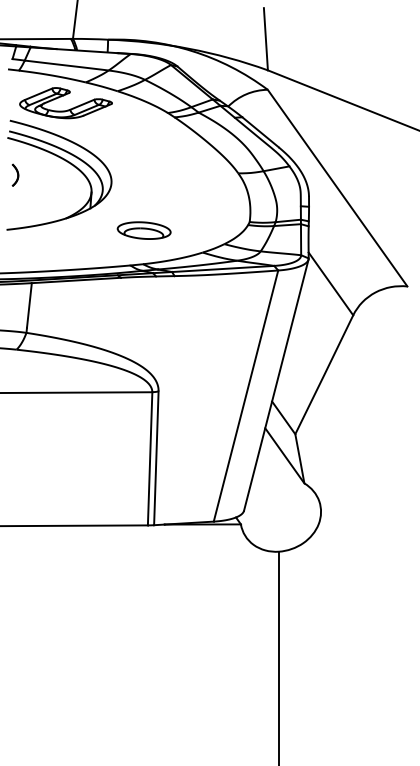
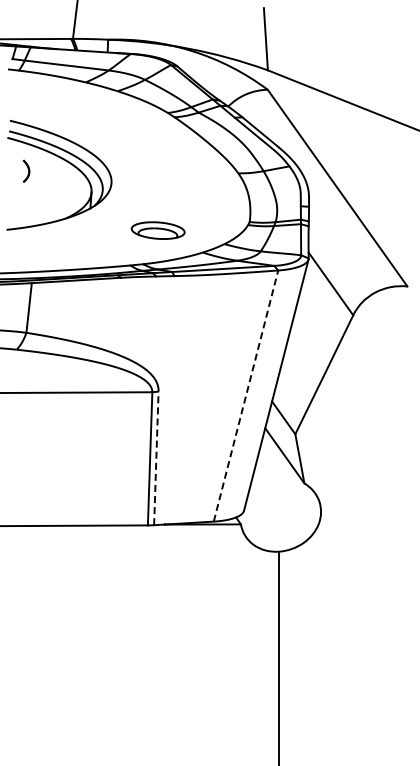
part at (67, 109): present -> none
part at (15, 174) position: (15, 174) -> (26, 170)
part at (143, 230) position: (143, 230) -> (157, 230)
line at (246, 396): solid -> dashed
line at (156, 458): solid -> dashed
